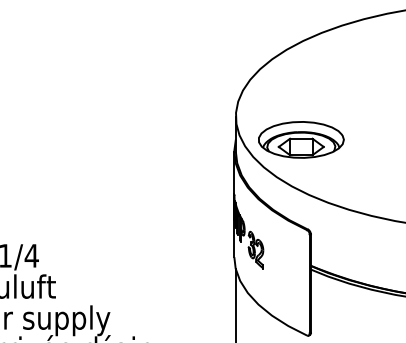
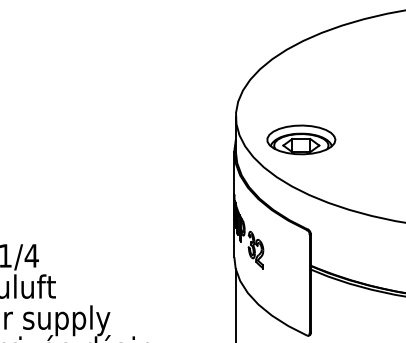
part at (301, 139) size: 87x38 px -> 71x32 px
